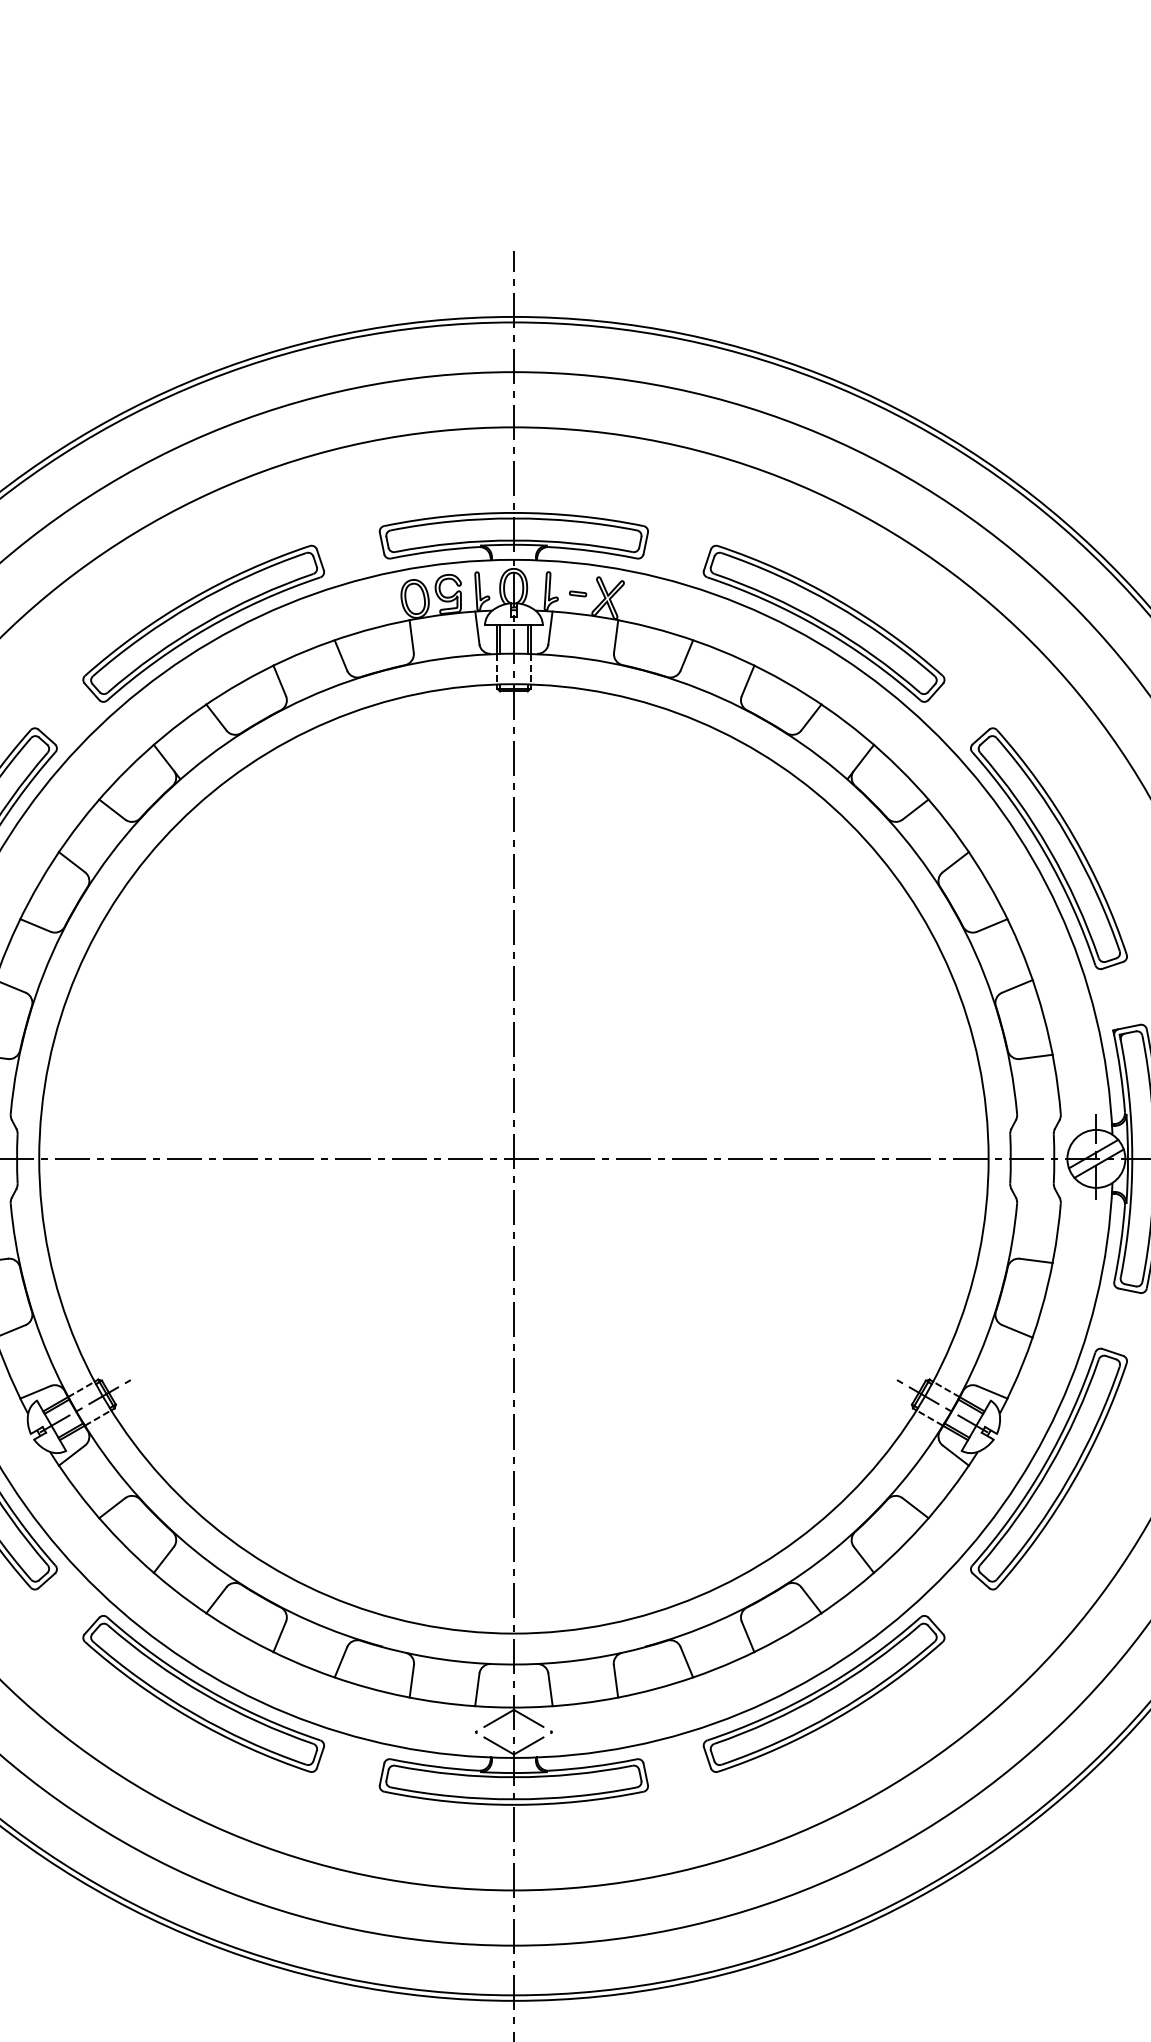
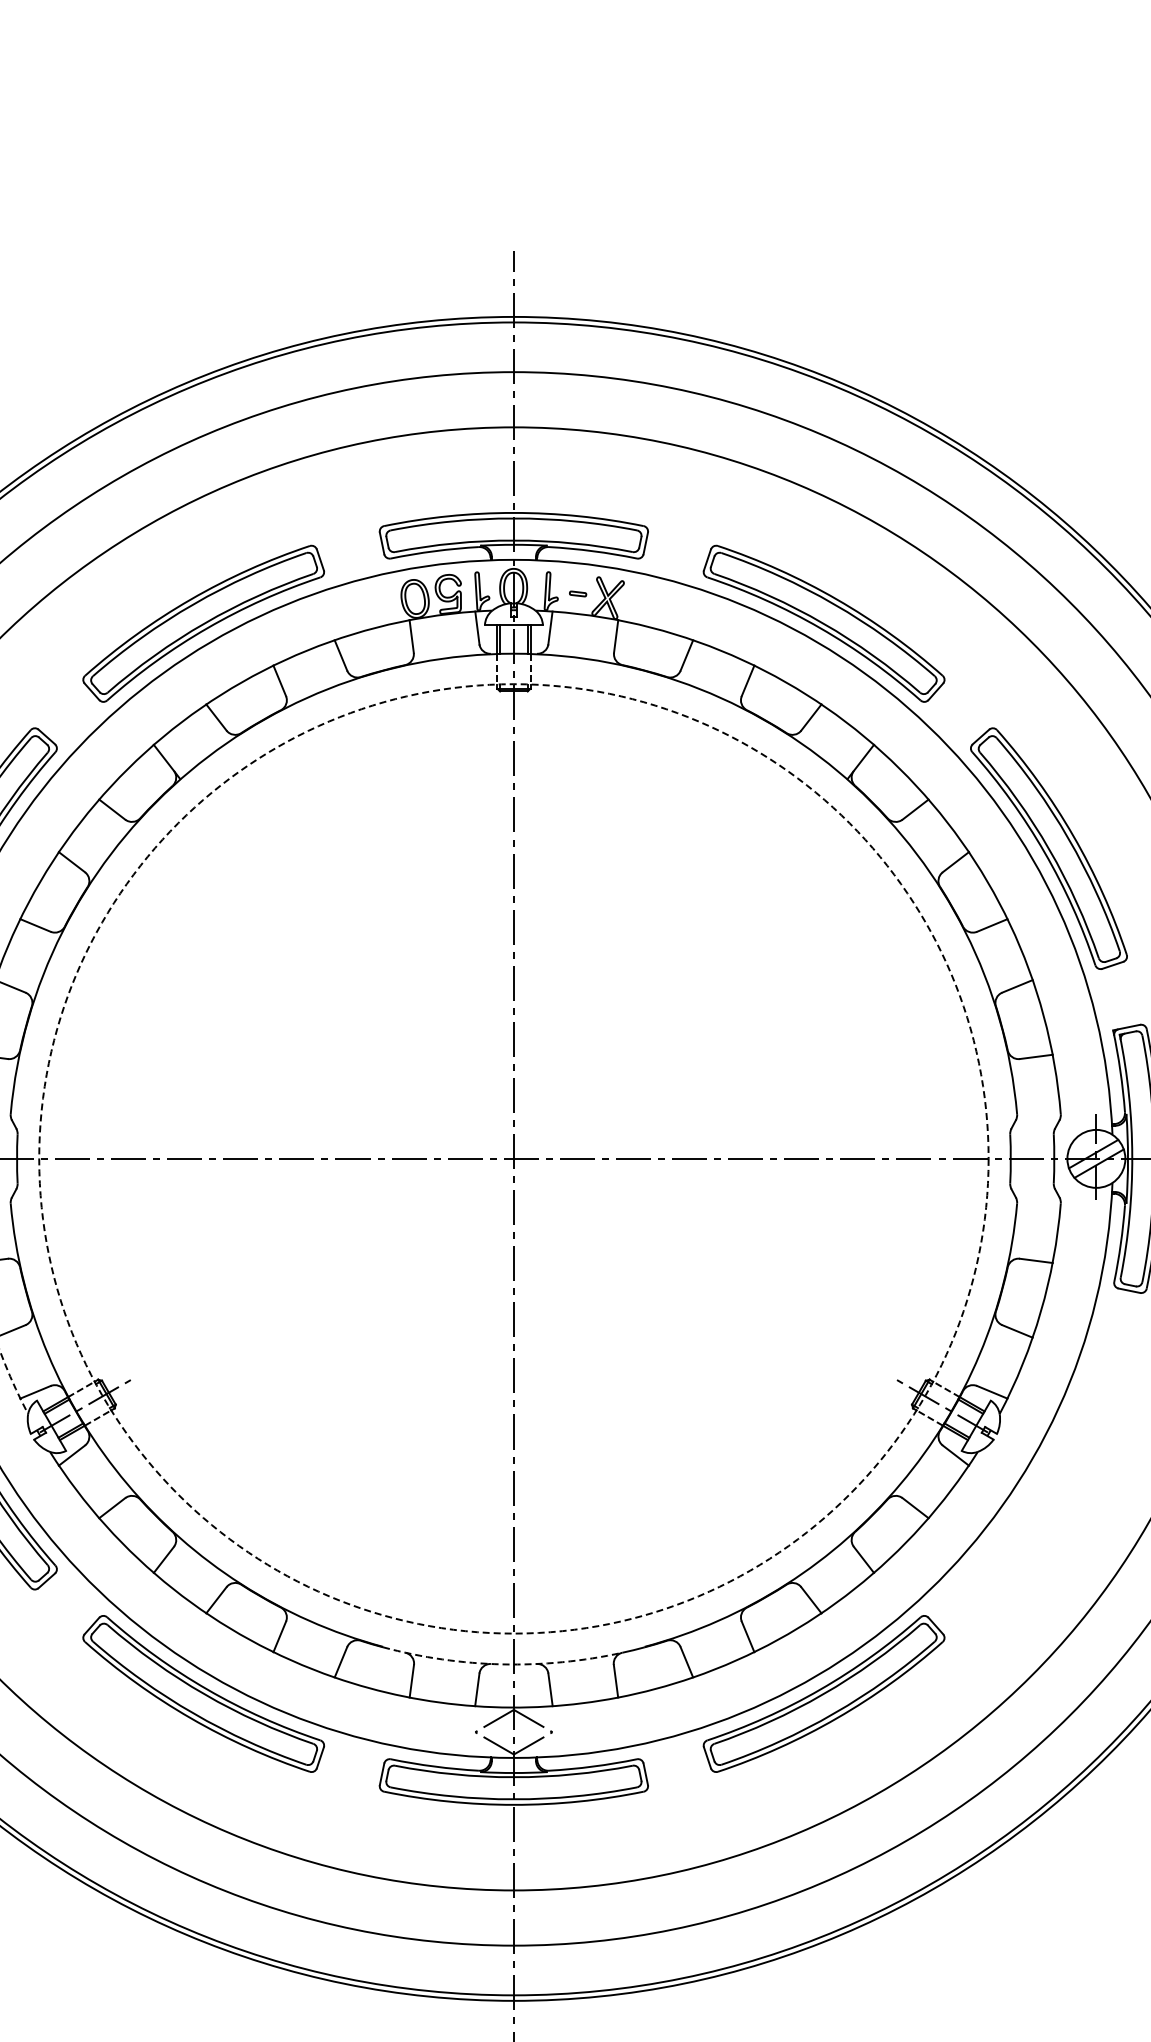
circle at (513, 1158): solid -> dashed
arc at (13, 1382): solid -> dashed
part at (1048, 1468): present -> none
arc at (502, 1664): solid -> dashed
